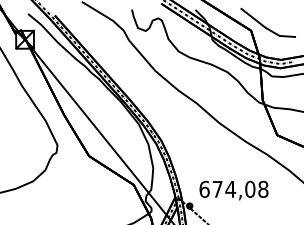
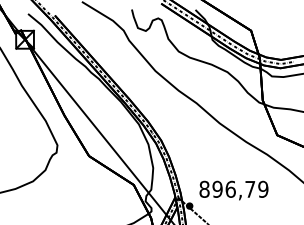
line at (264, 25): present -> none
text at (233, 188): 674,08 -> 896,79
